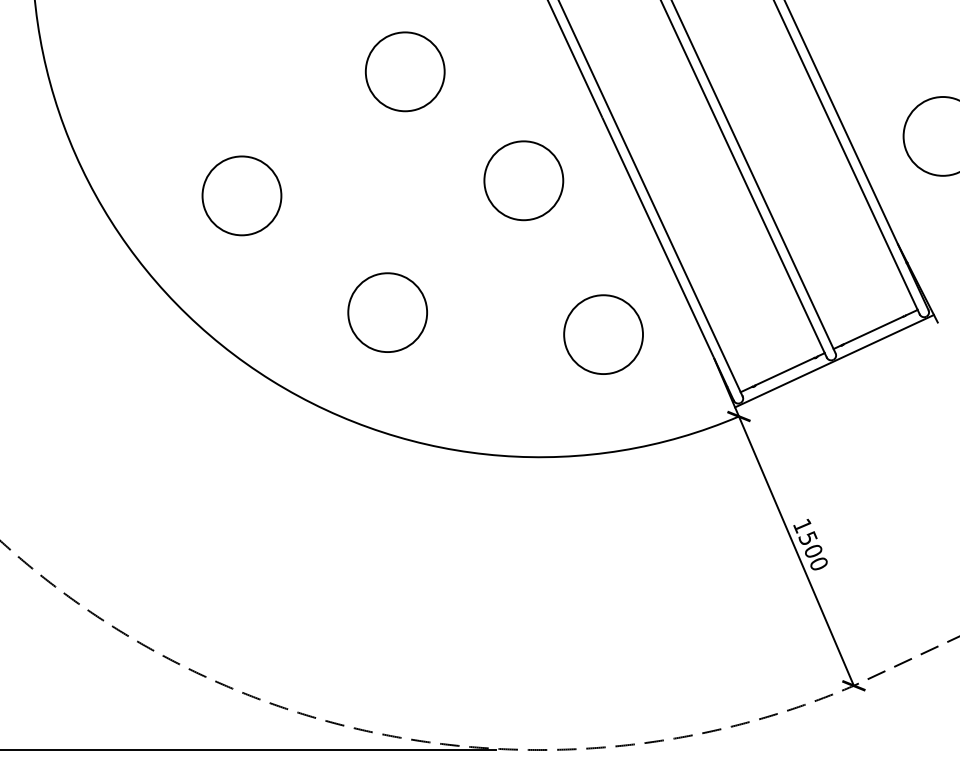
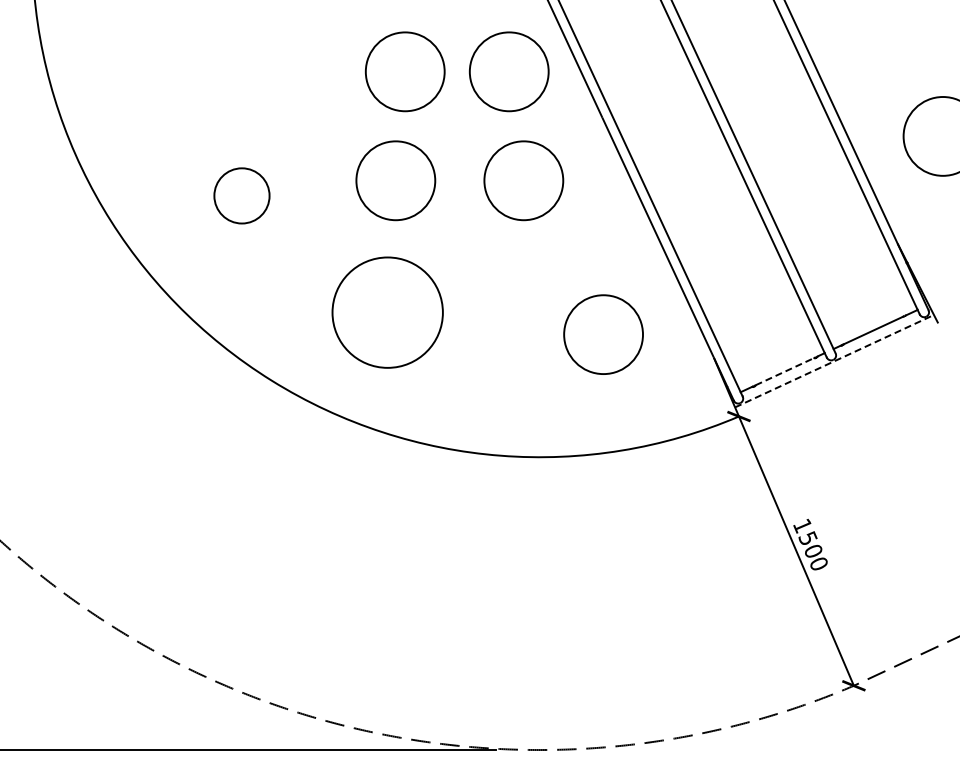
circle at (508, 71): none -> present
circle at (395, 180): none -> present
circle at (241, 195) size: 82x82 px -> 58x58 px
circle at (387, 312) diameter: 79 px -> 110 px
line at (834, 361): solid -> dashed
line at (785, 371): solid -> dashed
